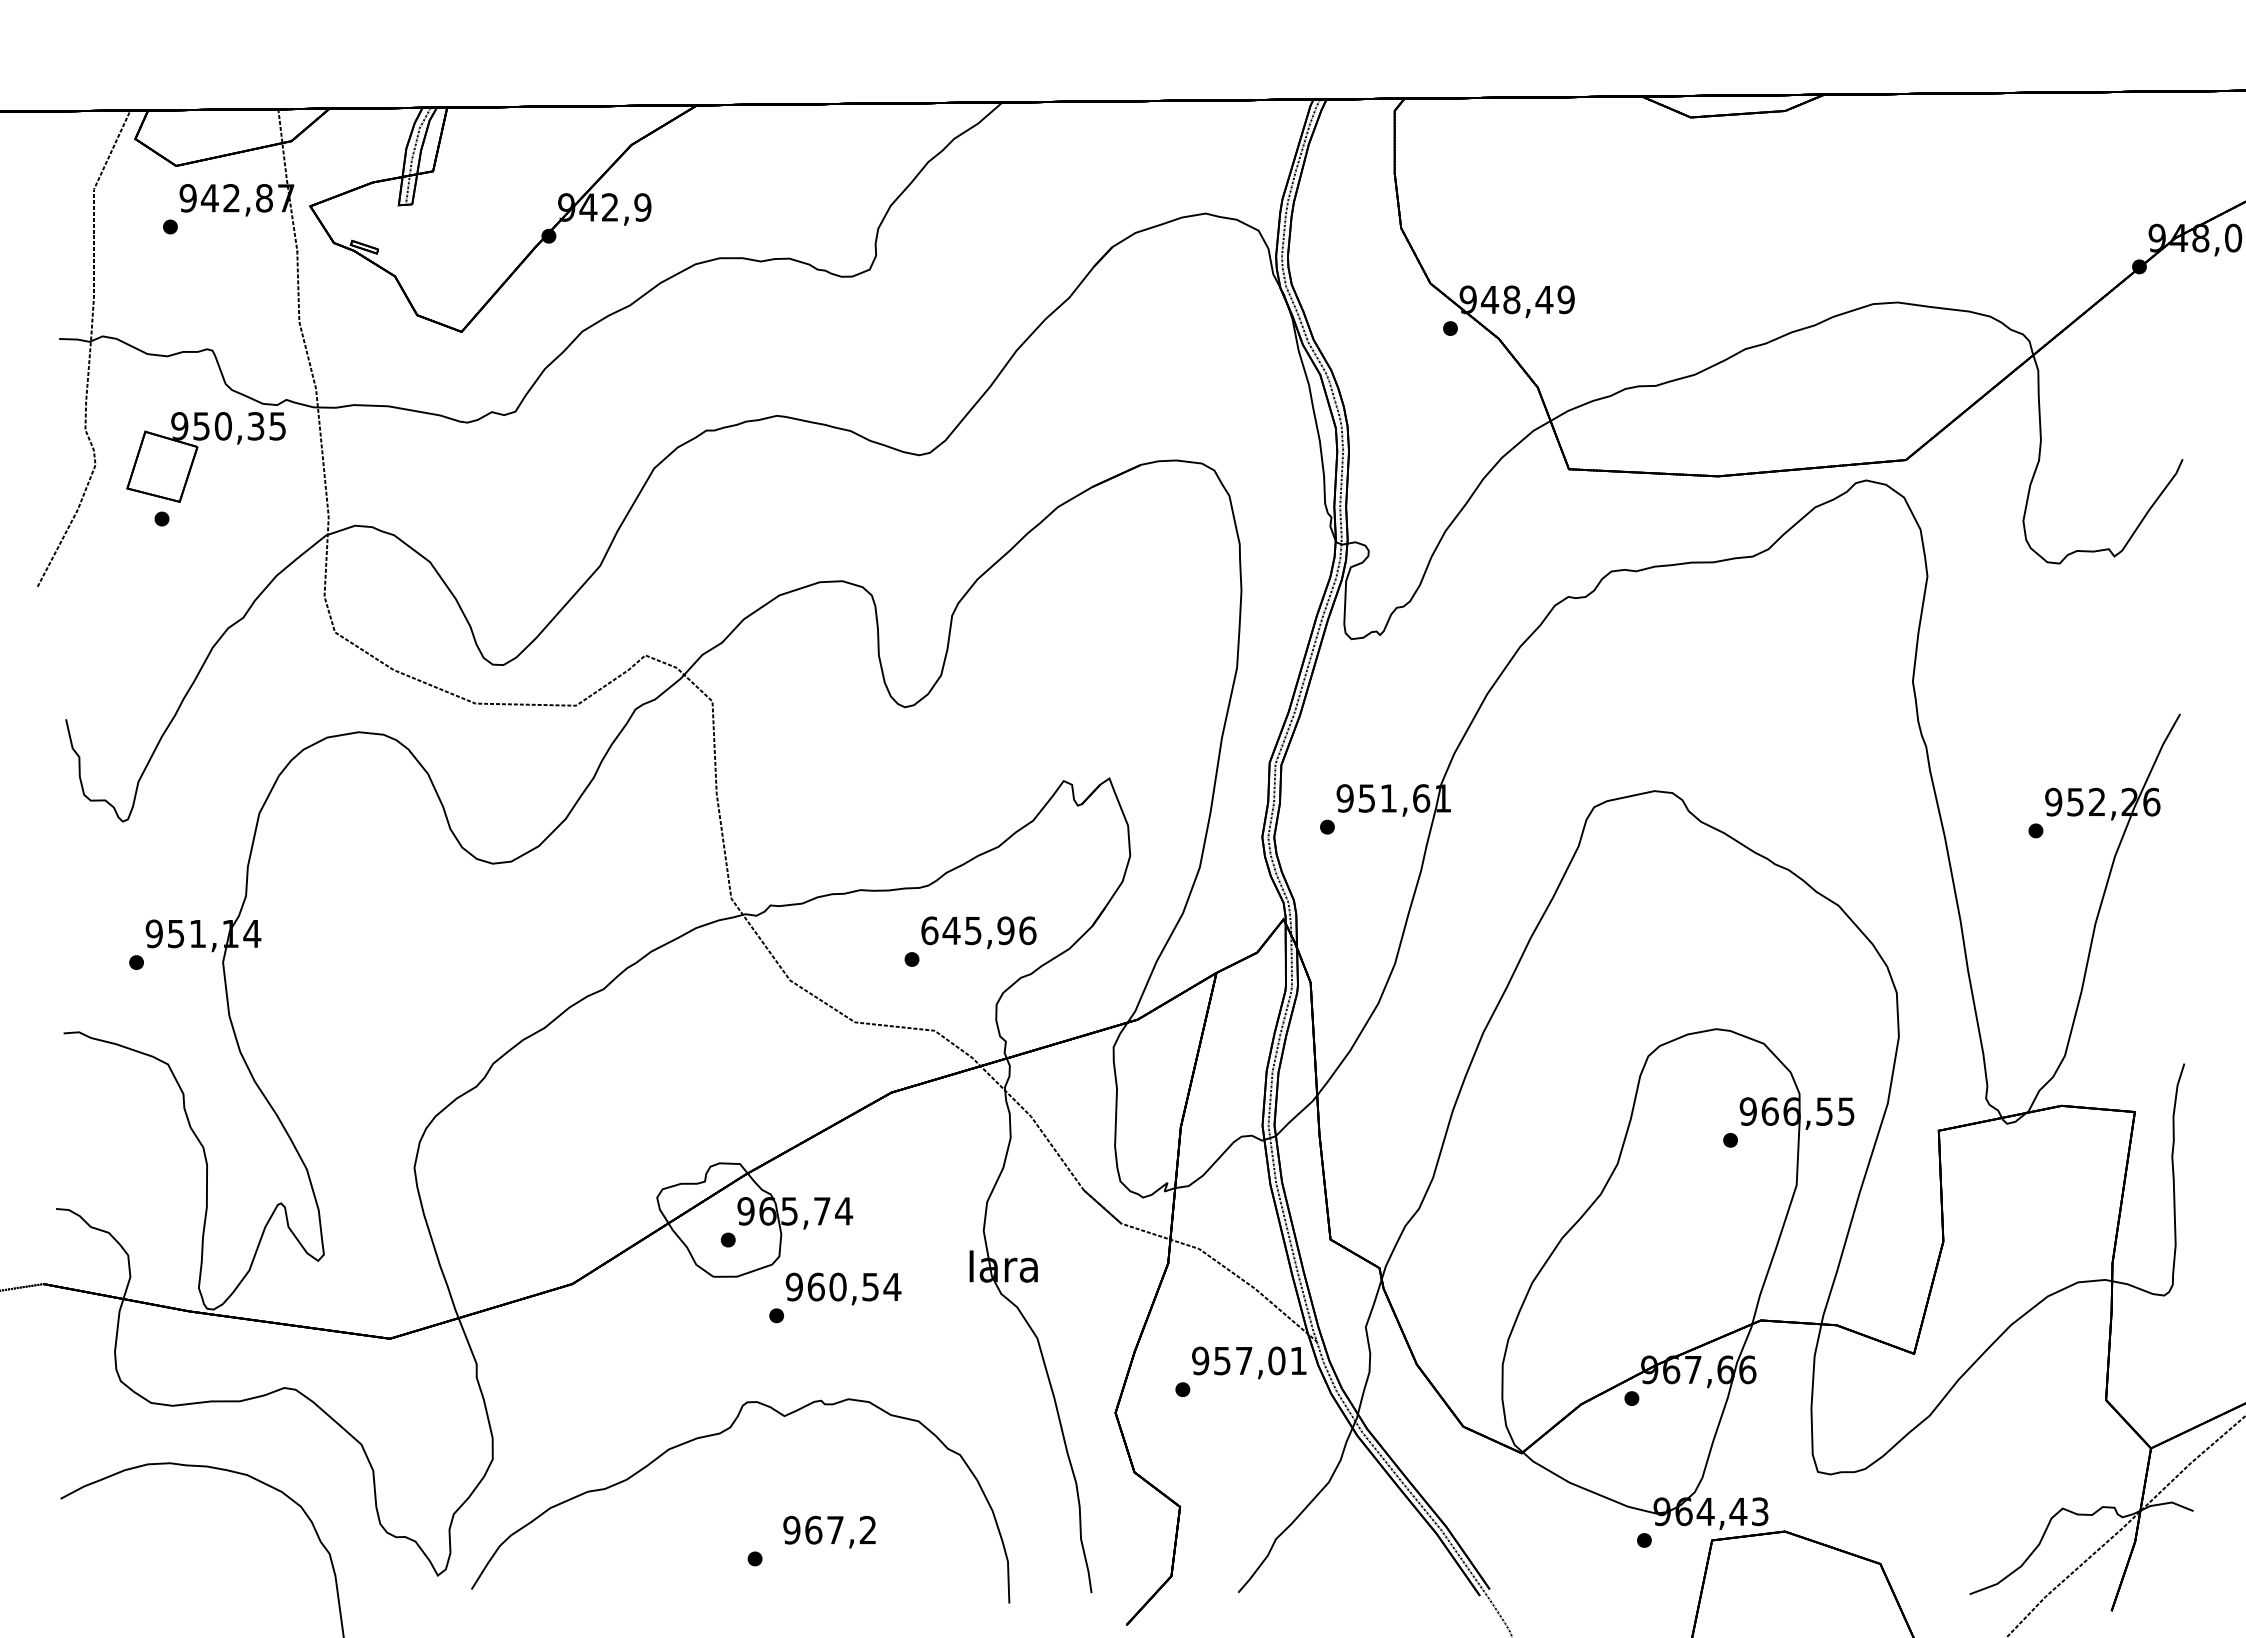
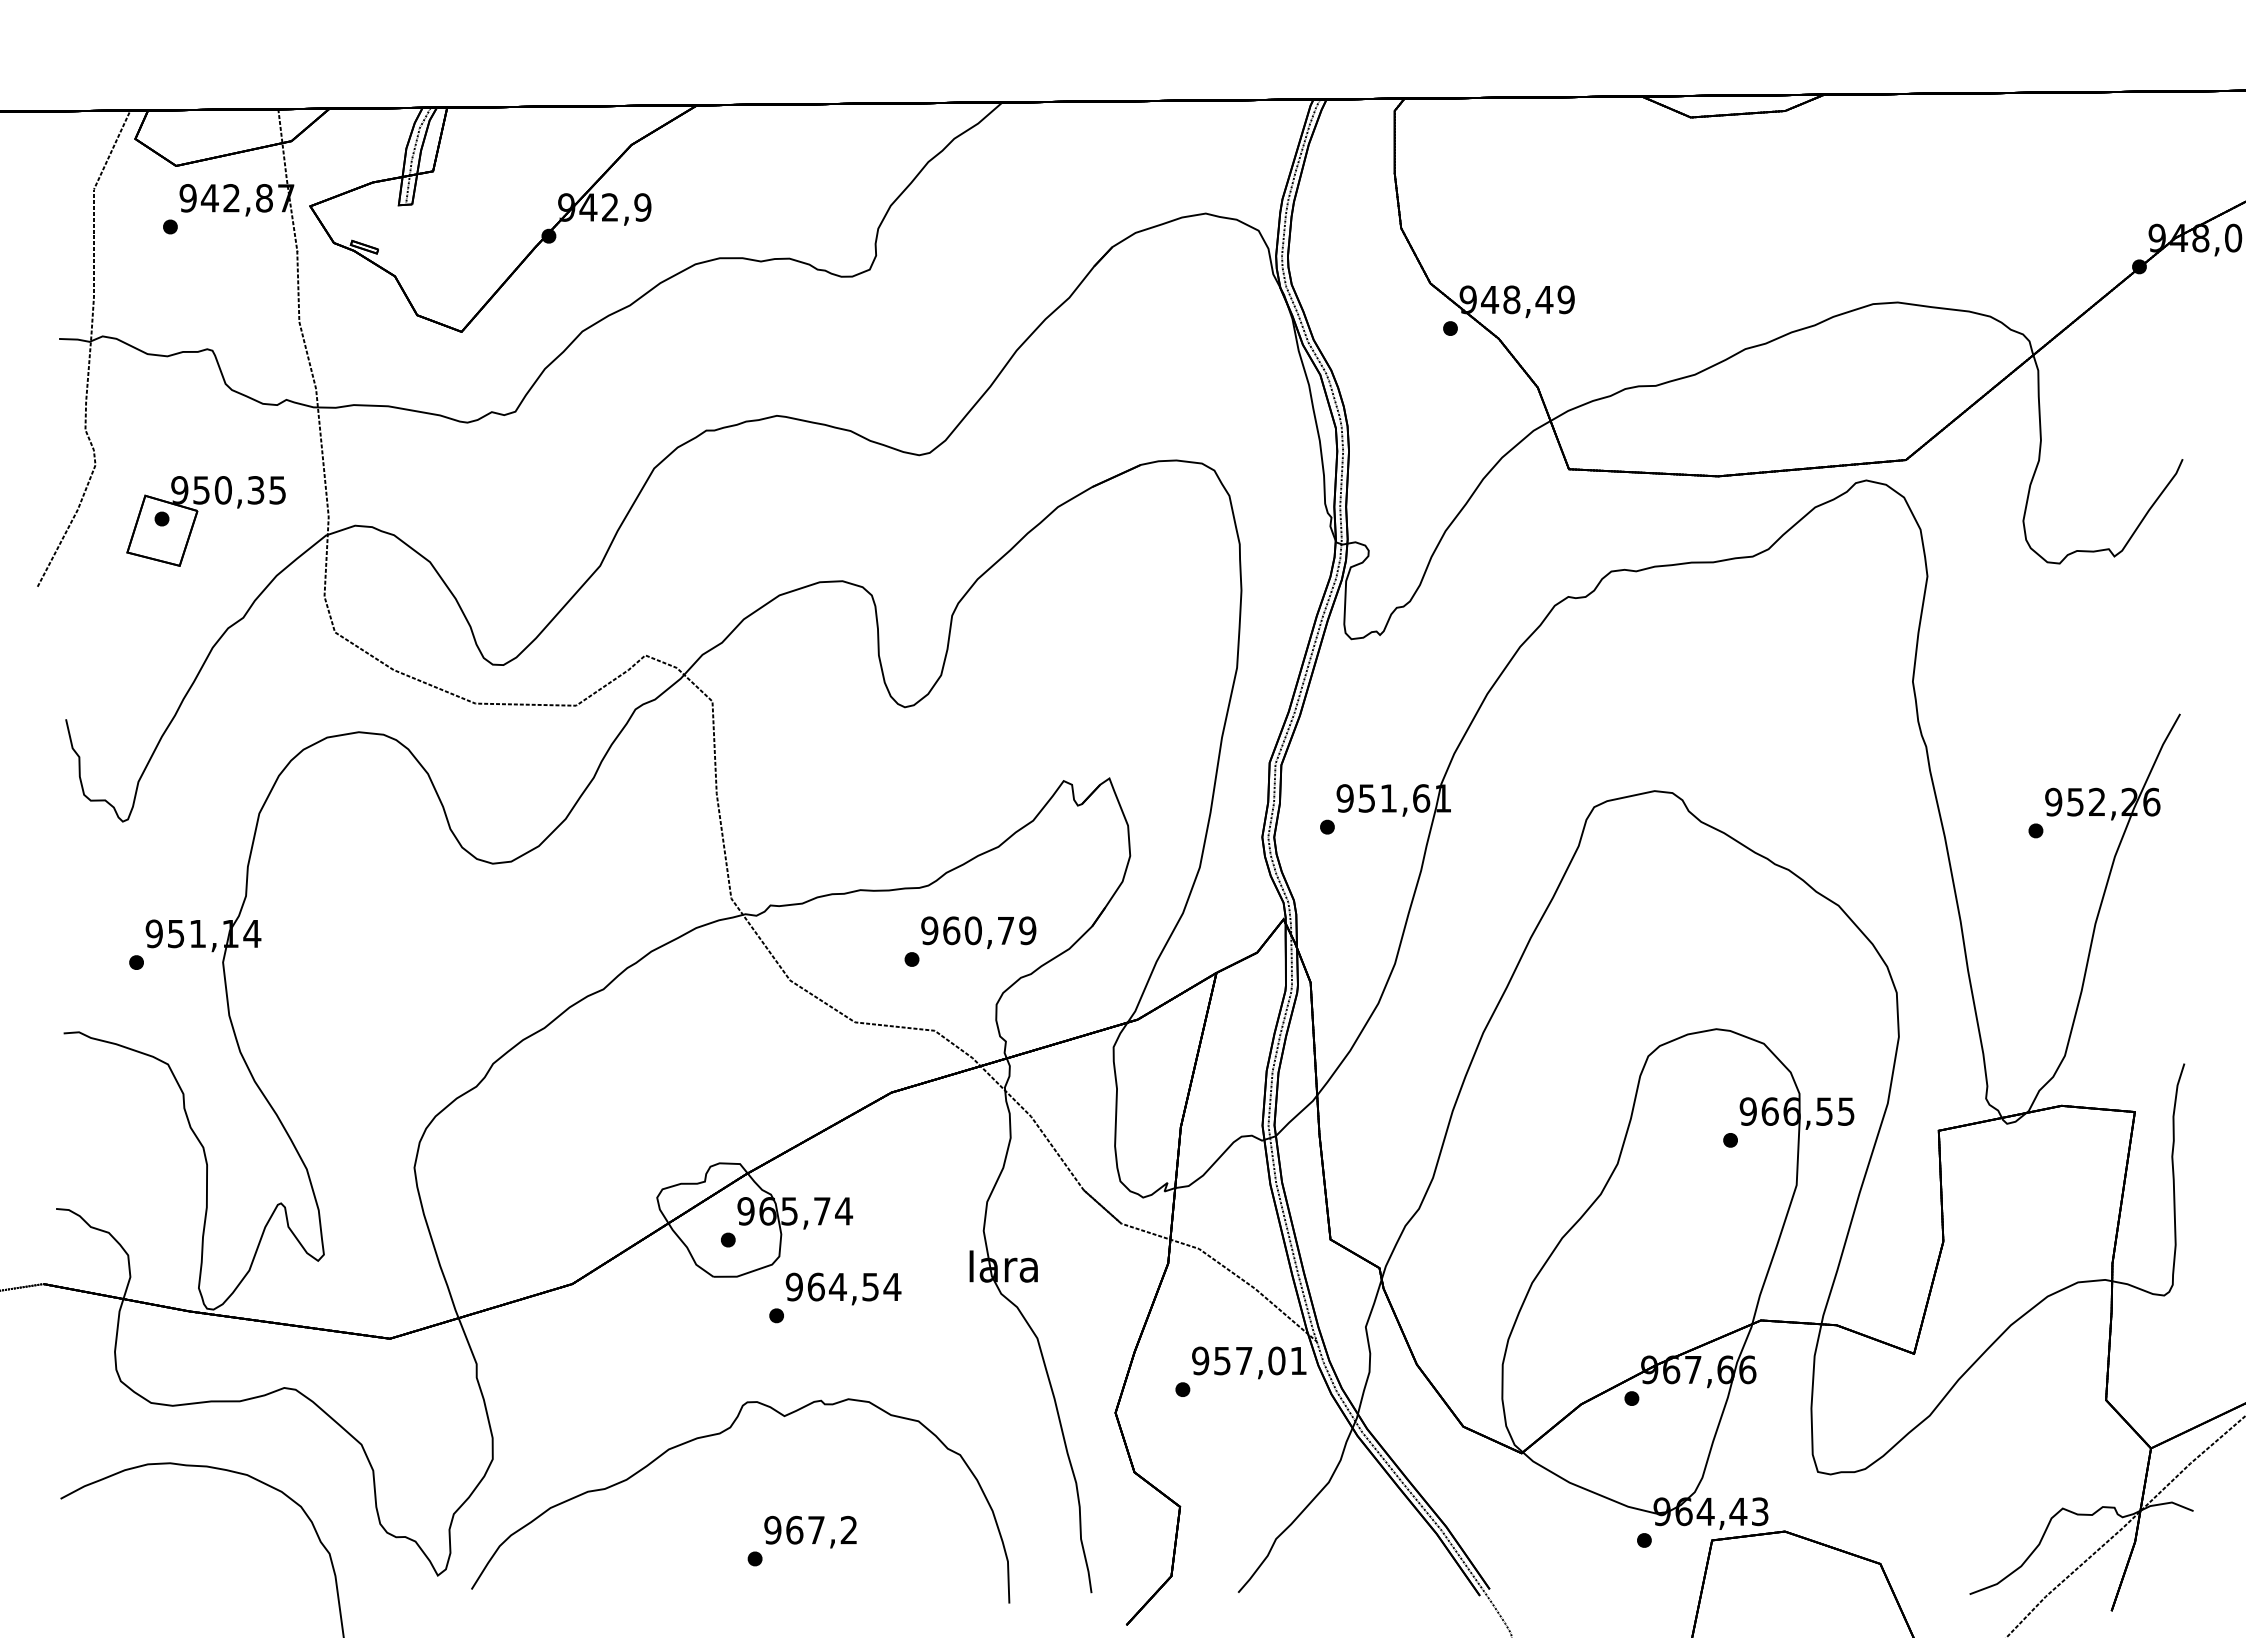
part at (196, 454) position: (196, 454) -> (196, 518)
text at (978, 930): 645,96 -> 960,79
text at (837, 1286): 960,54 -> 964,54
text at (829, 1531) position: (829, 1531) -> (810, 1531)
